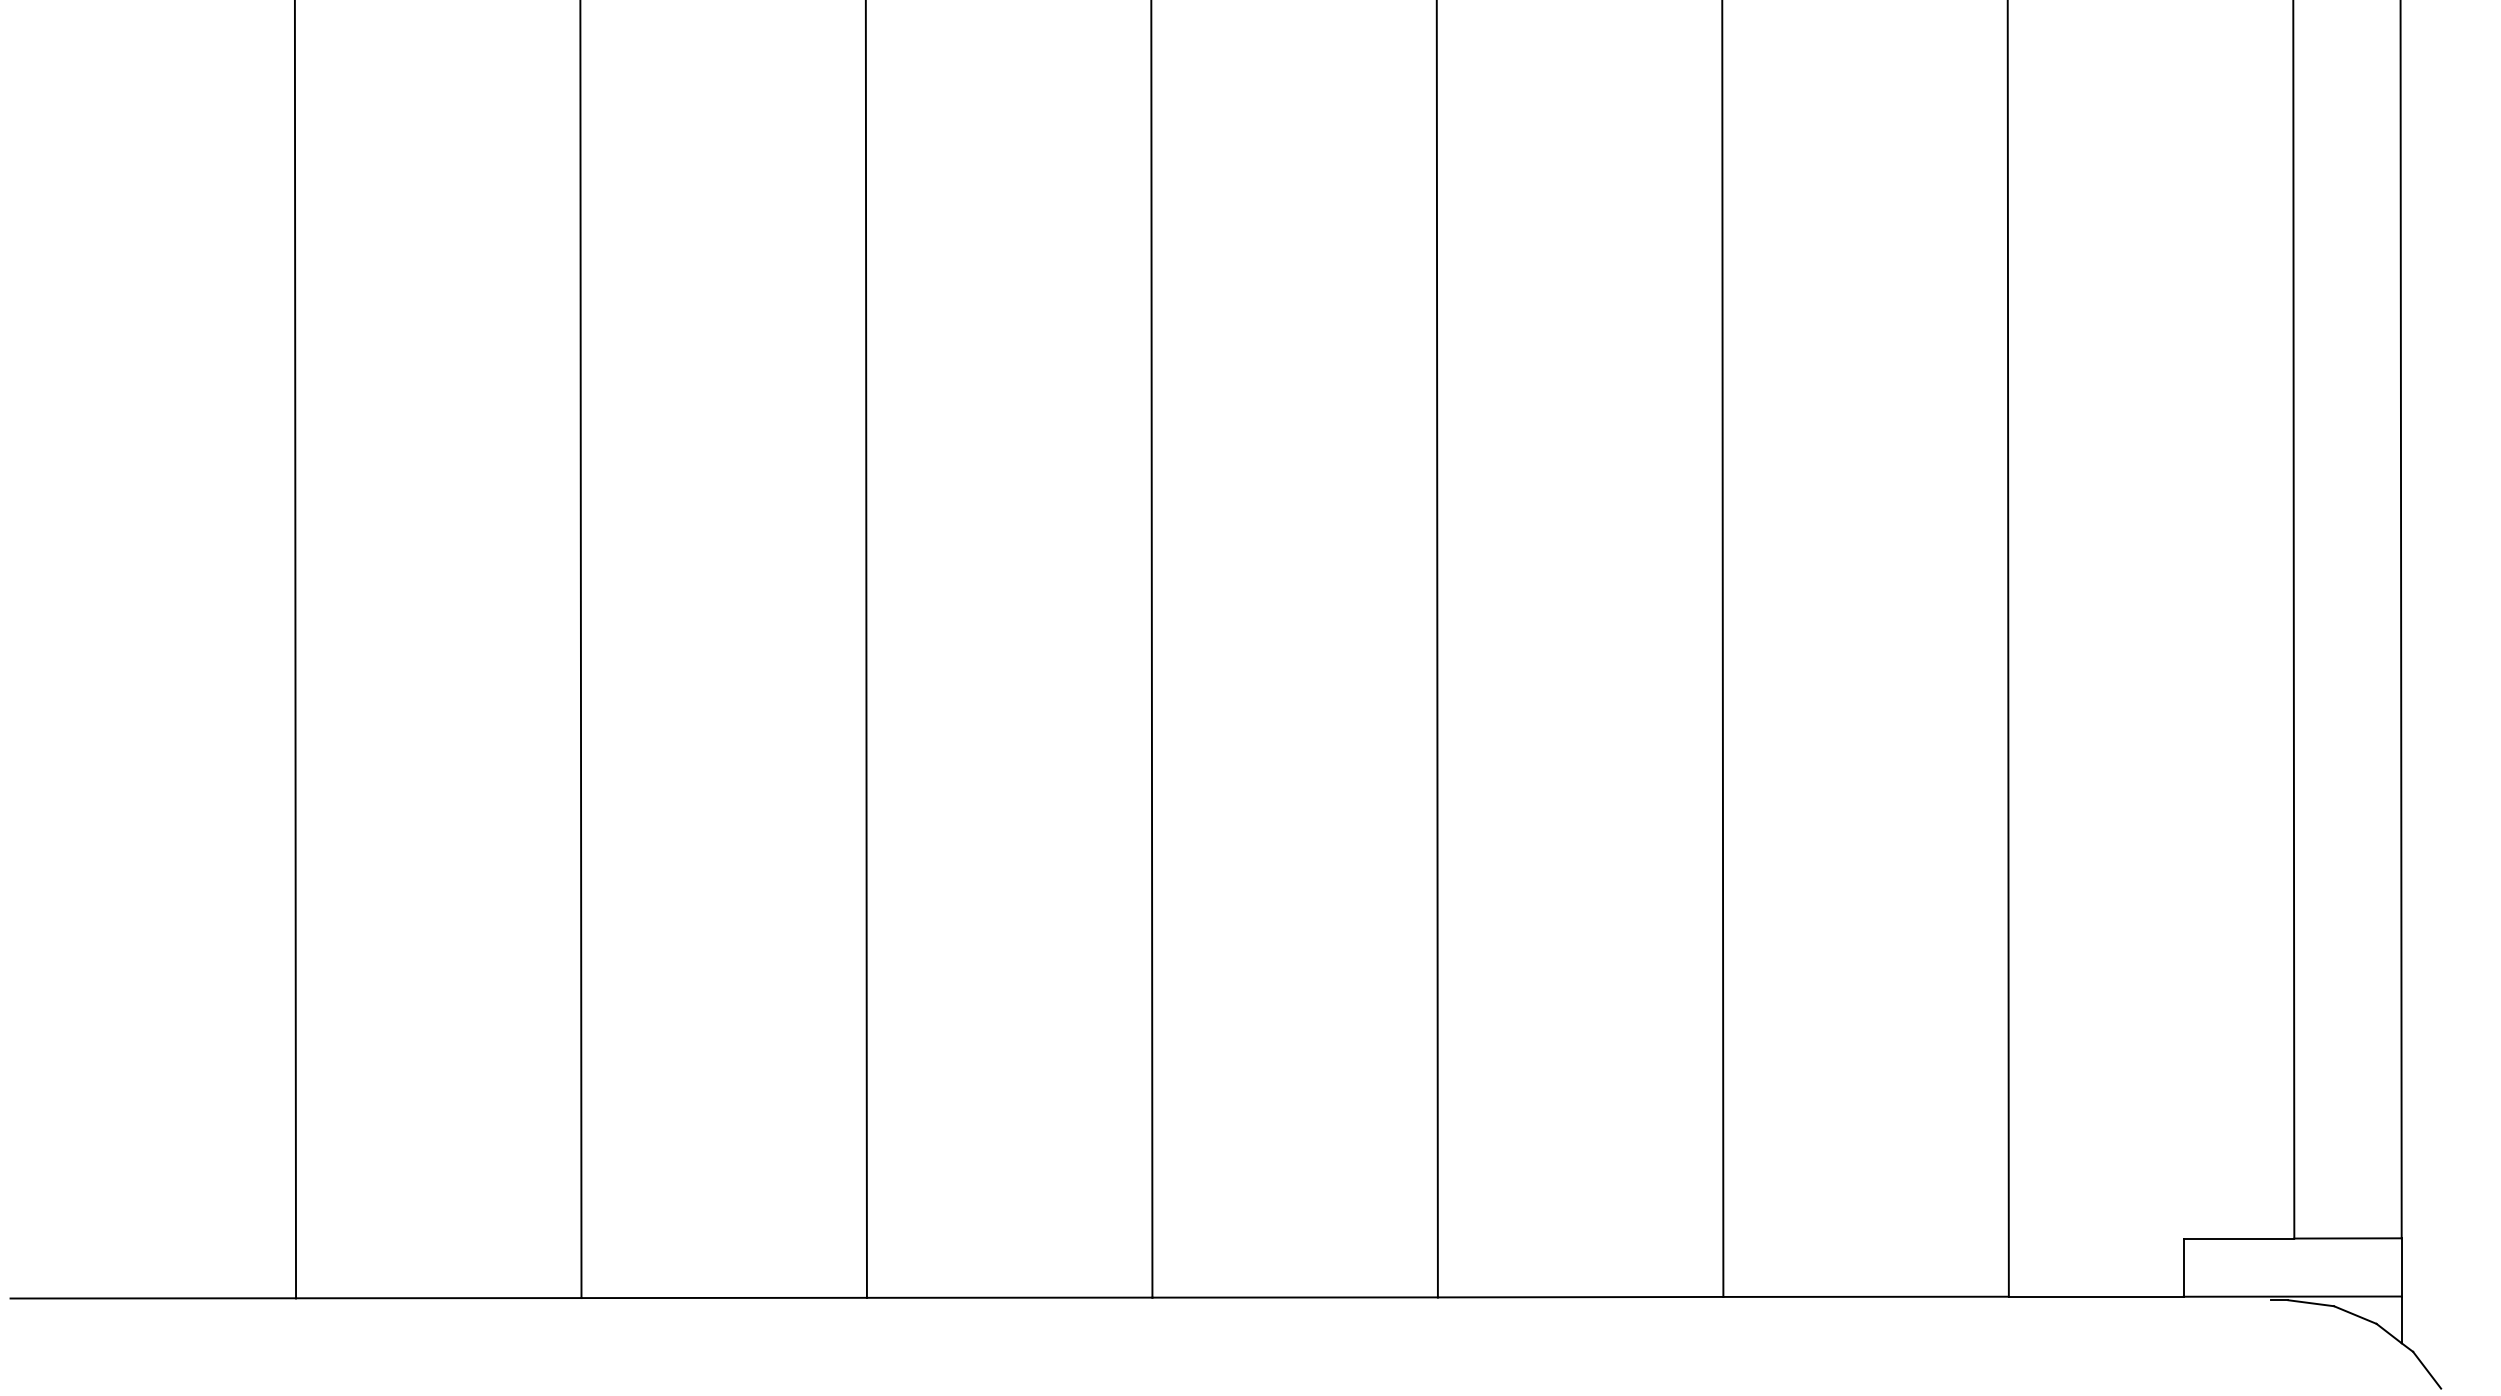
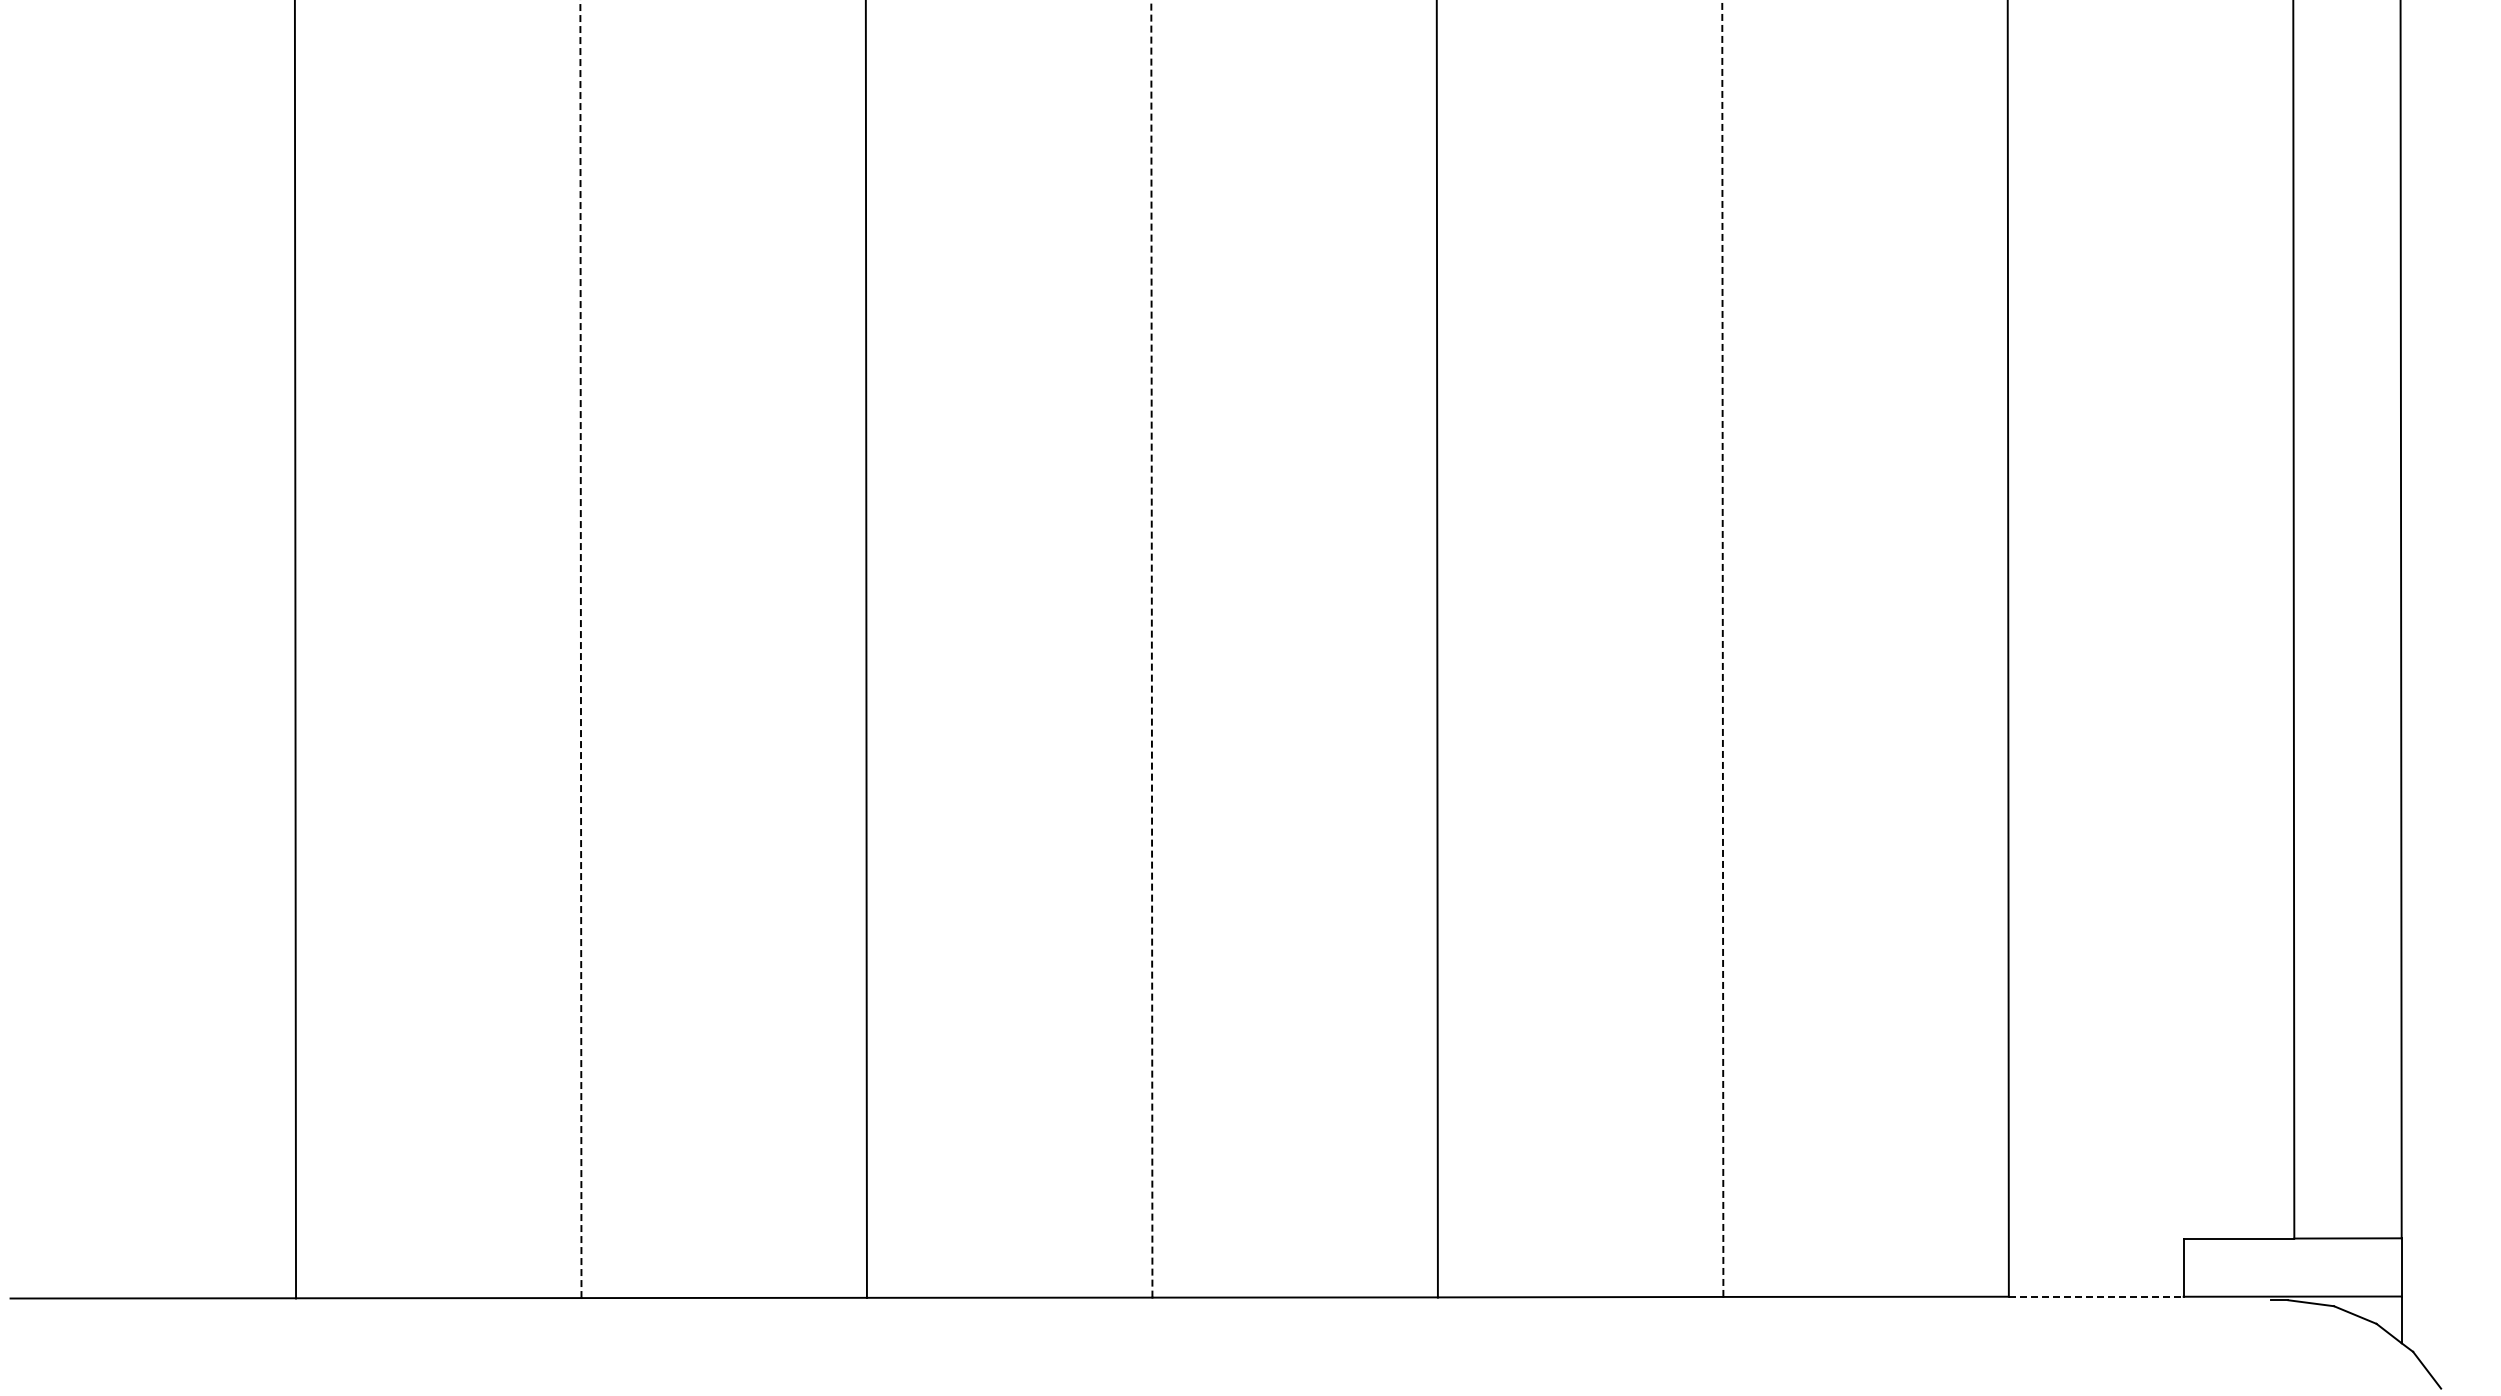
line at (1151, 648): solid -> dashed
line at (1722, 648): solid -> dashed
line at (580, 649): solid -> dashed
line at (2096, 1296): solid -> dashed
